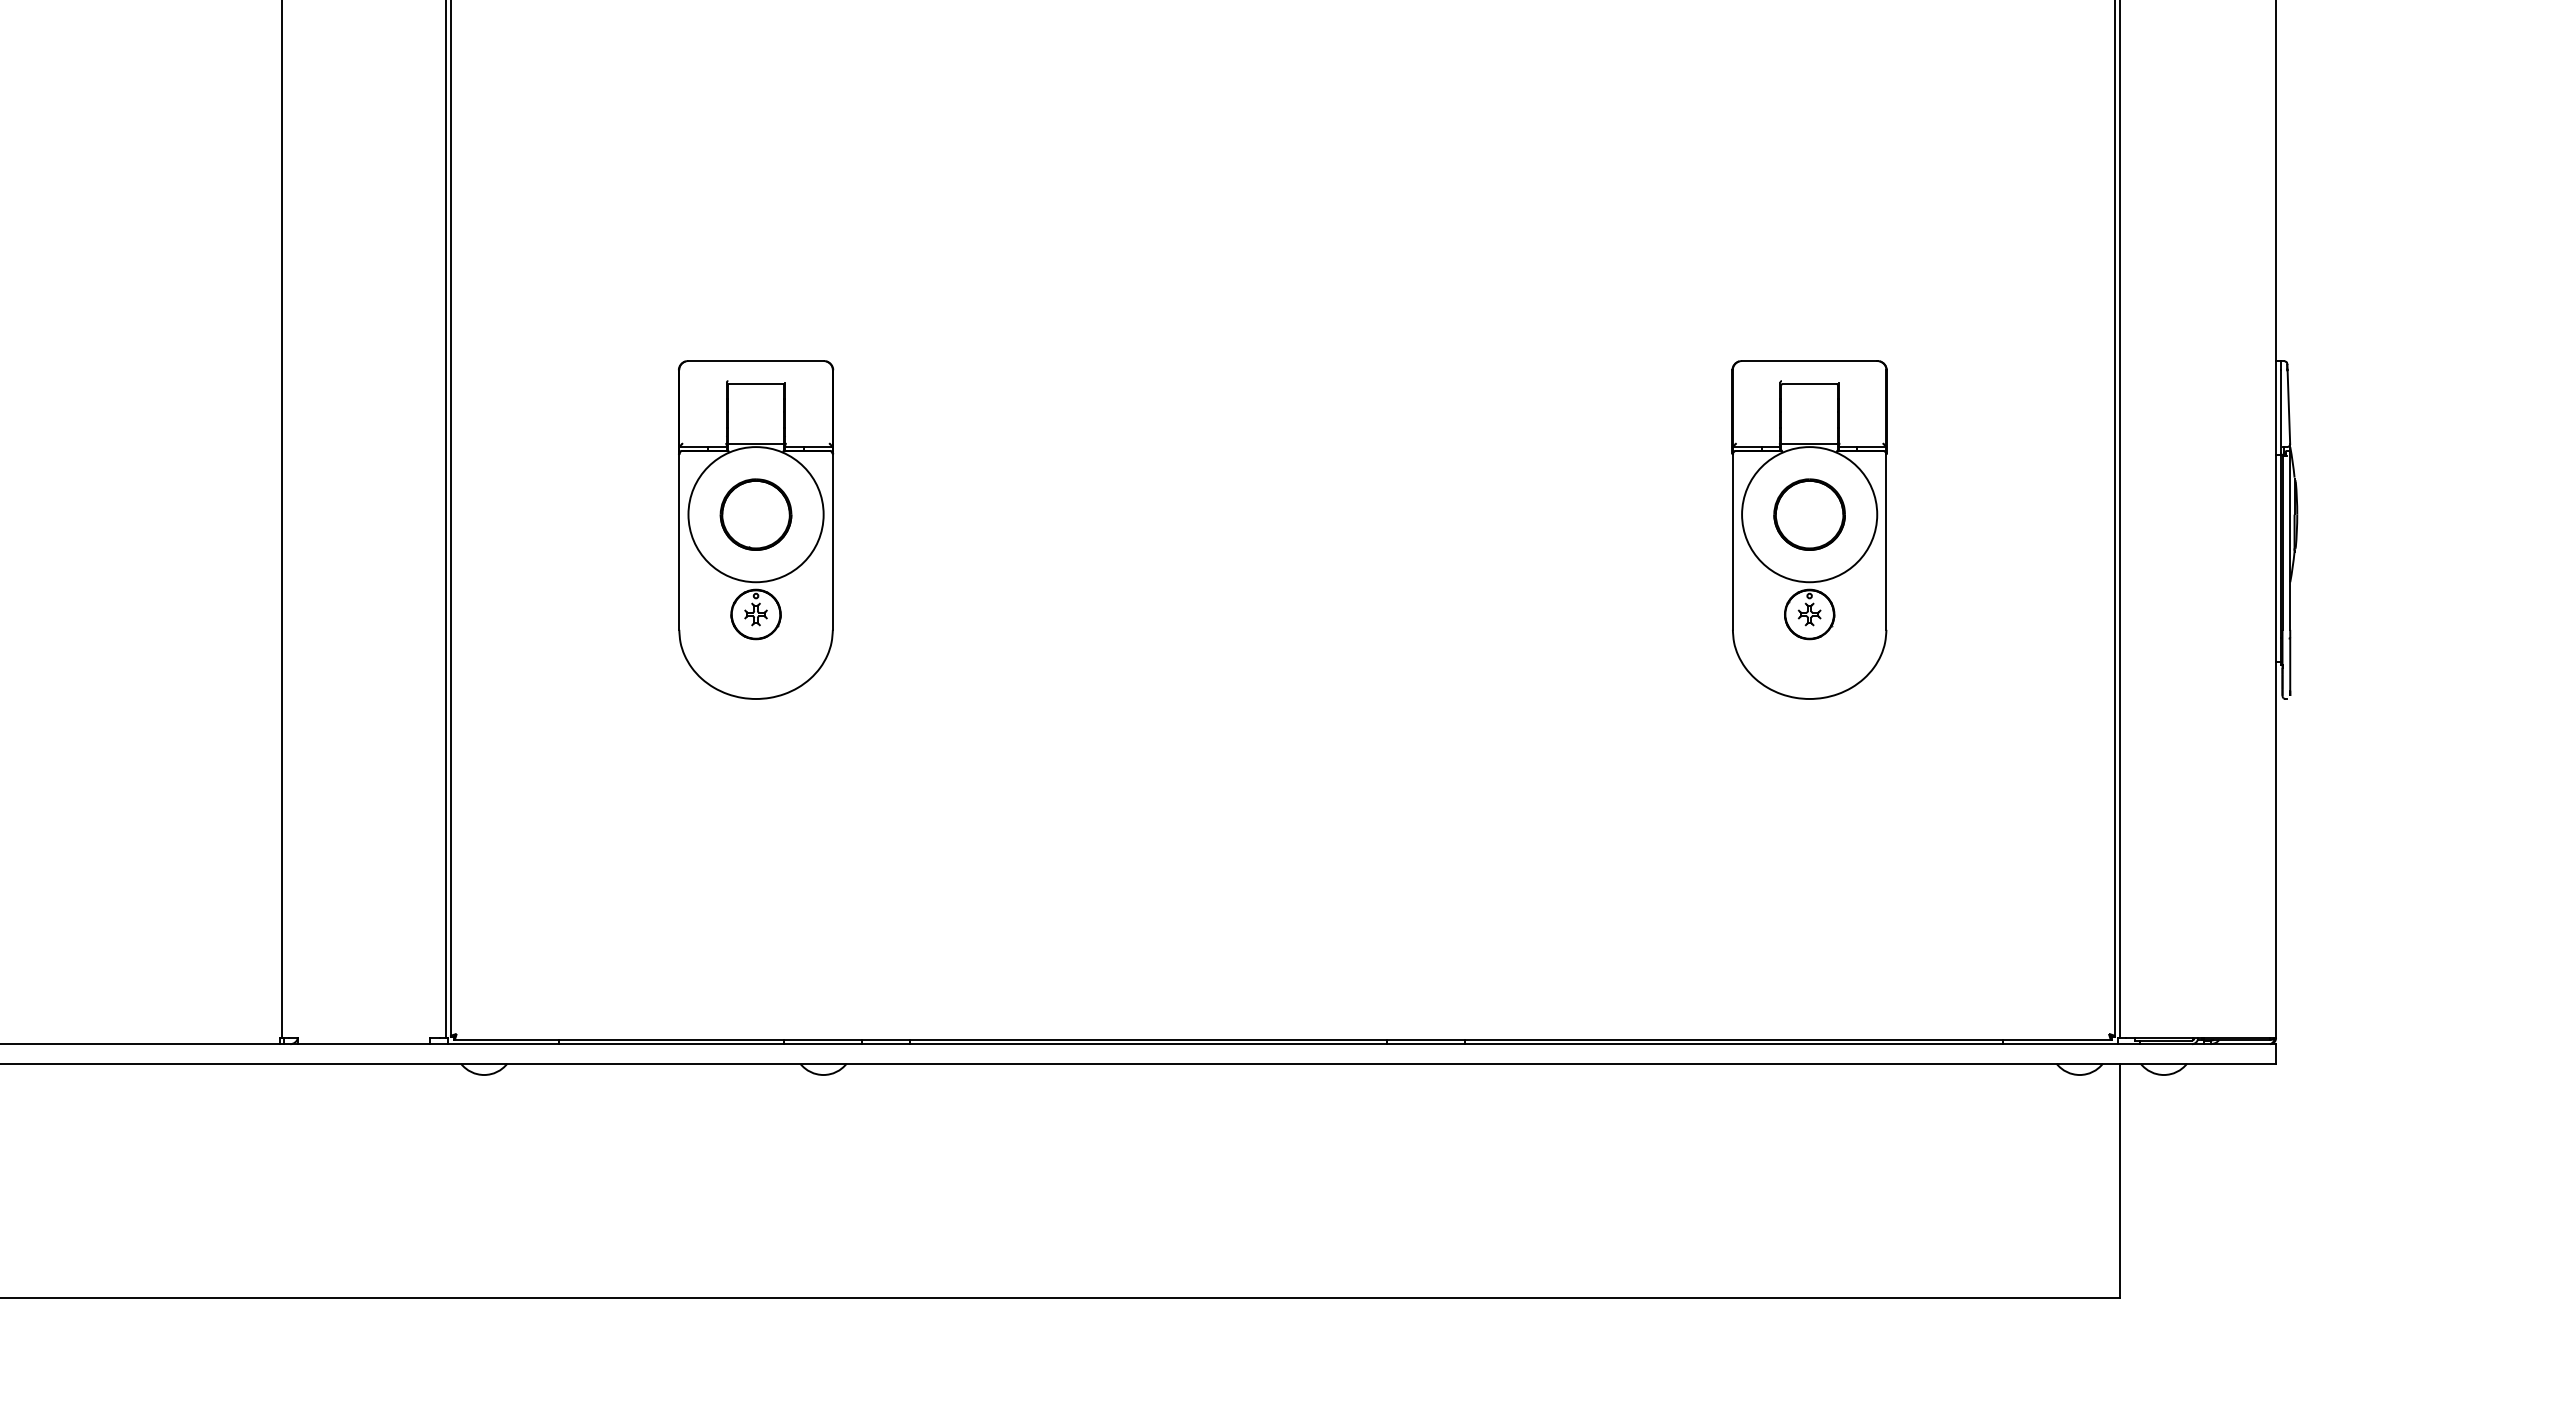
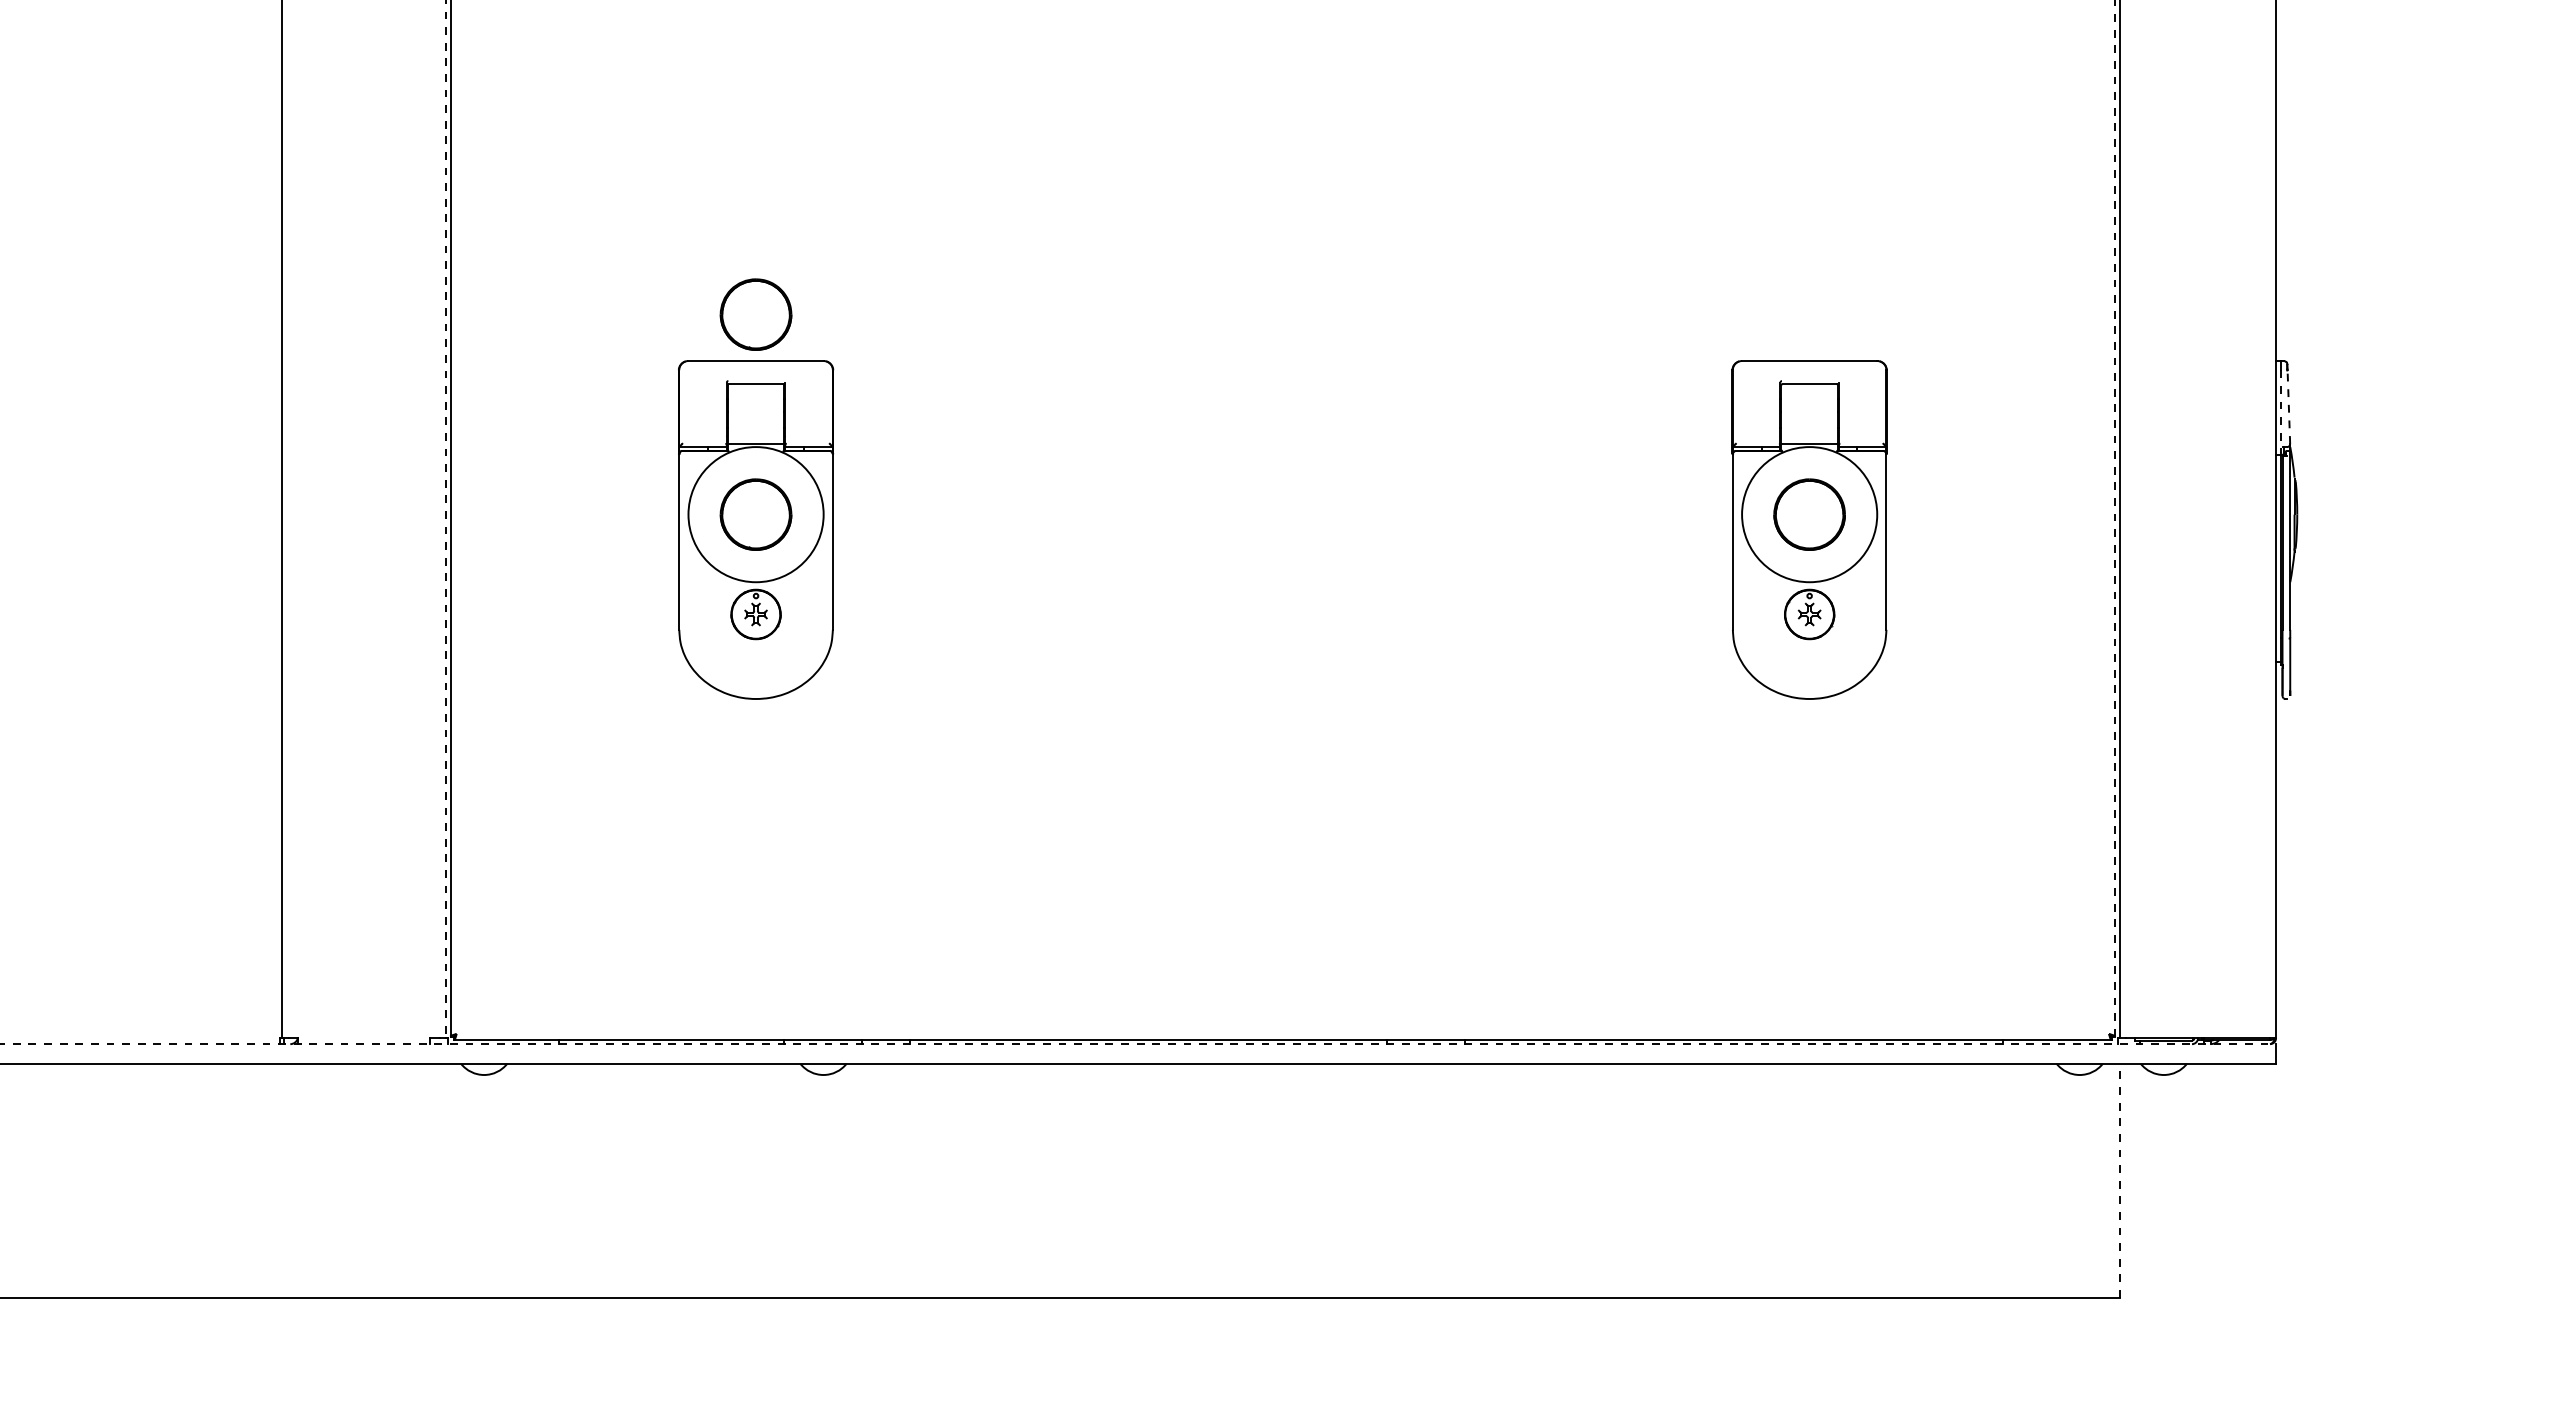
part at (755, 314): none -> present
line at (2288, 407): solid -> dashed
line at (2281, 412): solid -> dashed
line at (2115, 518): solid -> dashed
line at (445, 519): solid -> dashed
line at (1138, 1044): solid -> dashed
line at (2120, 1180): solid -> dashed
